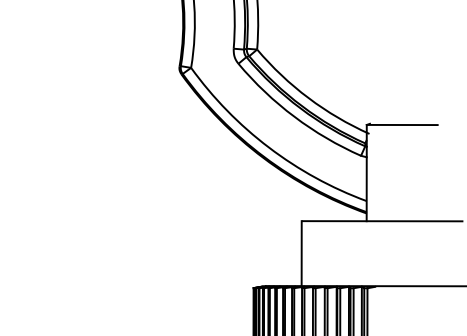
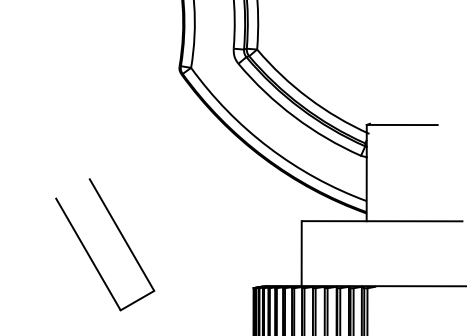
part at (121, 236): none -> present
